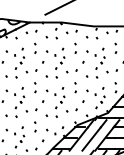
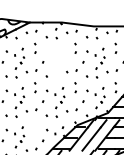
line at (57, 8): present -> none
part at (55, 62): present -> none
part at (35, 126): present -> none
